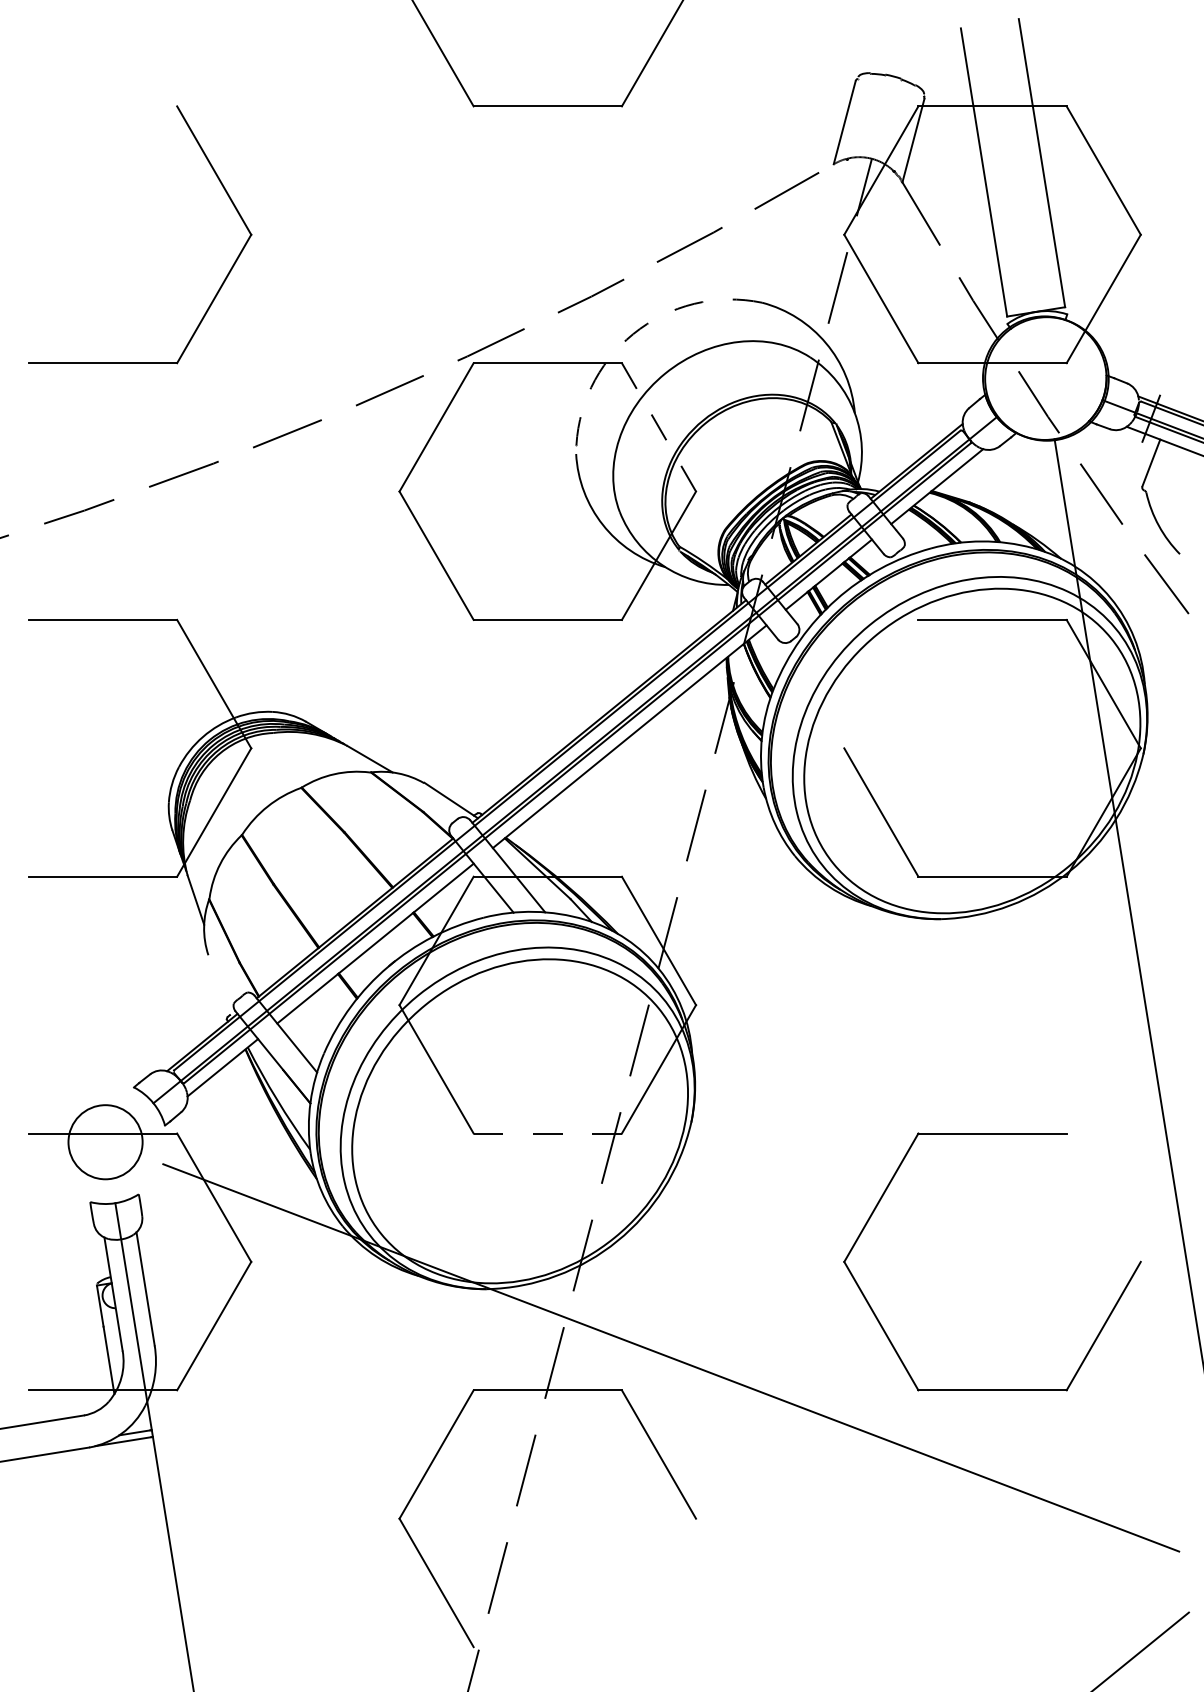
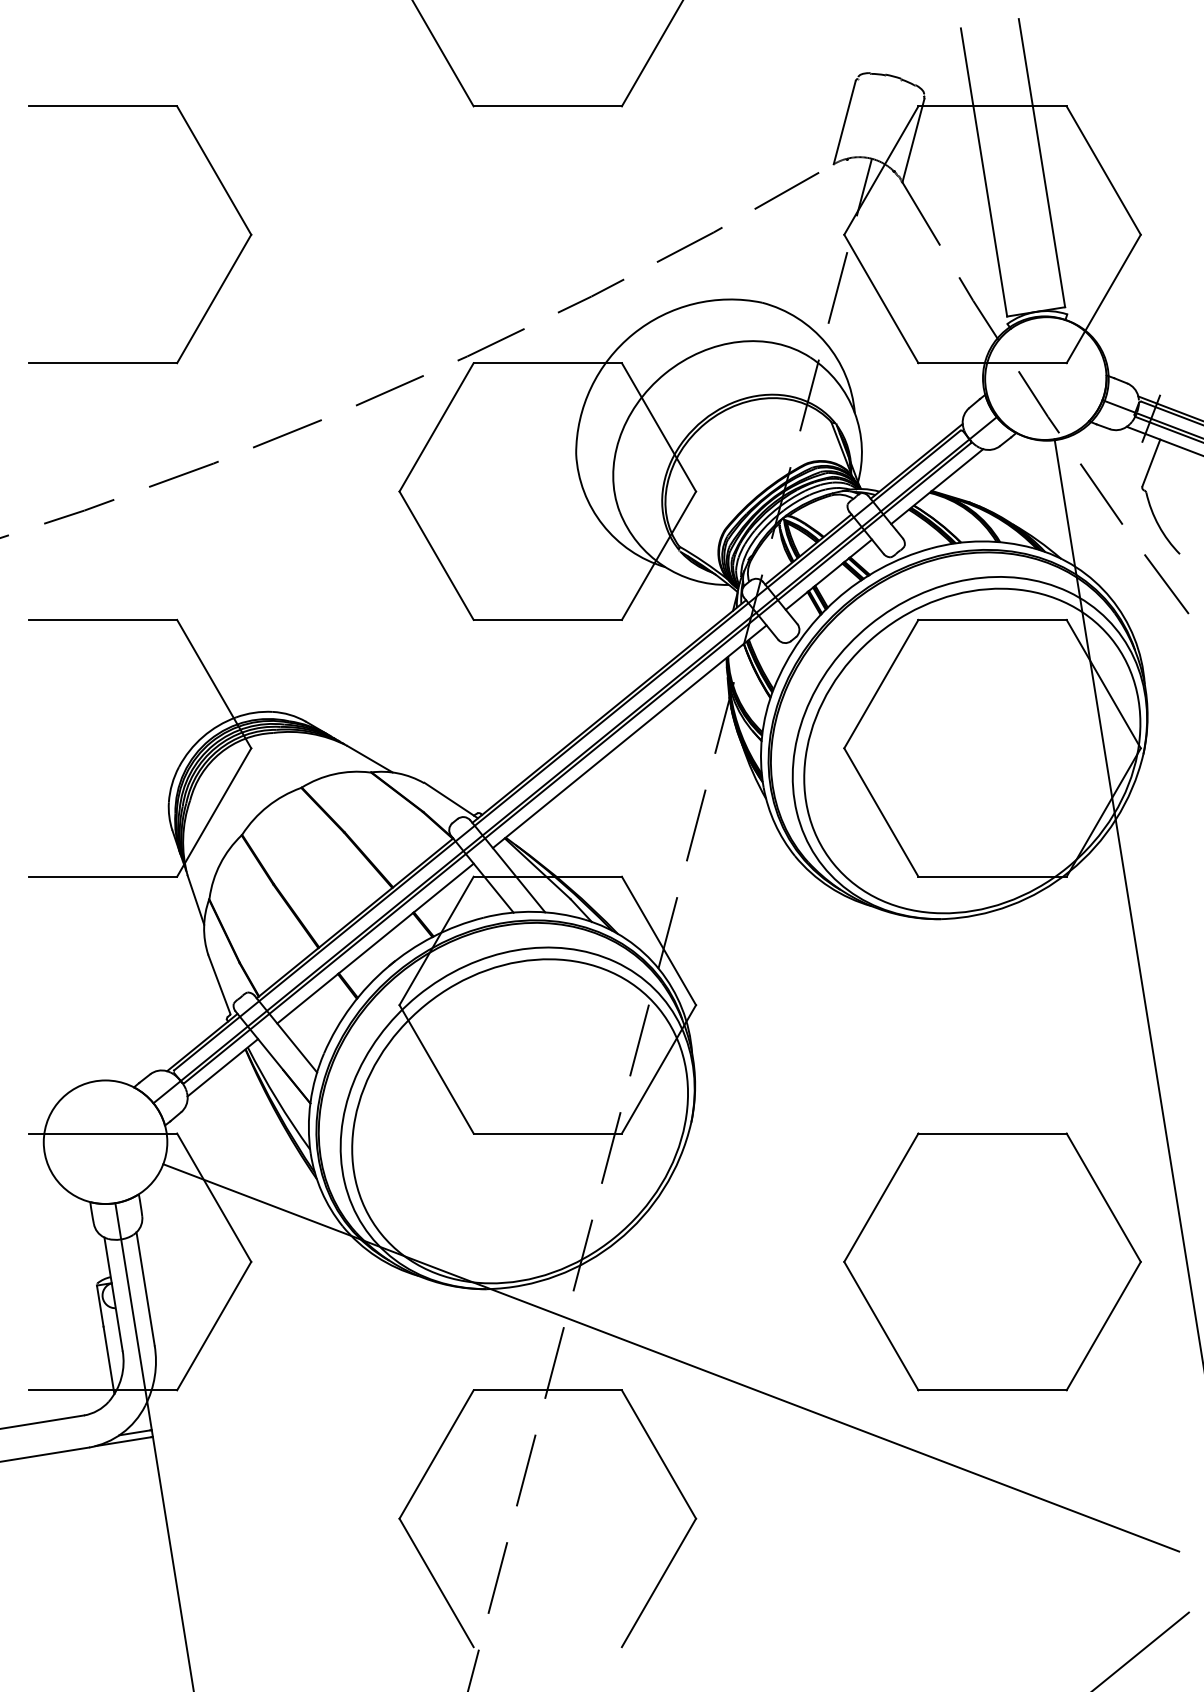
line at (102, 106): none -> present
arc at (633, 334): dashed -> solid
line at (658, 426): dashed -> solid
line at (881, 683): none -> present
line at (219, 984): none -> present
line at (548, 1133): dashed -> solid
circle at (105, 1142) diameter: 74 px -> 124 px
line at (1103, 1197): none -> present
line at (658, 1582): none -> present
